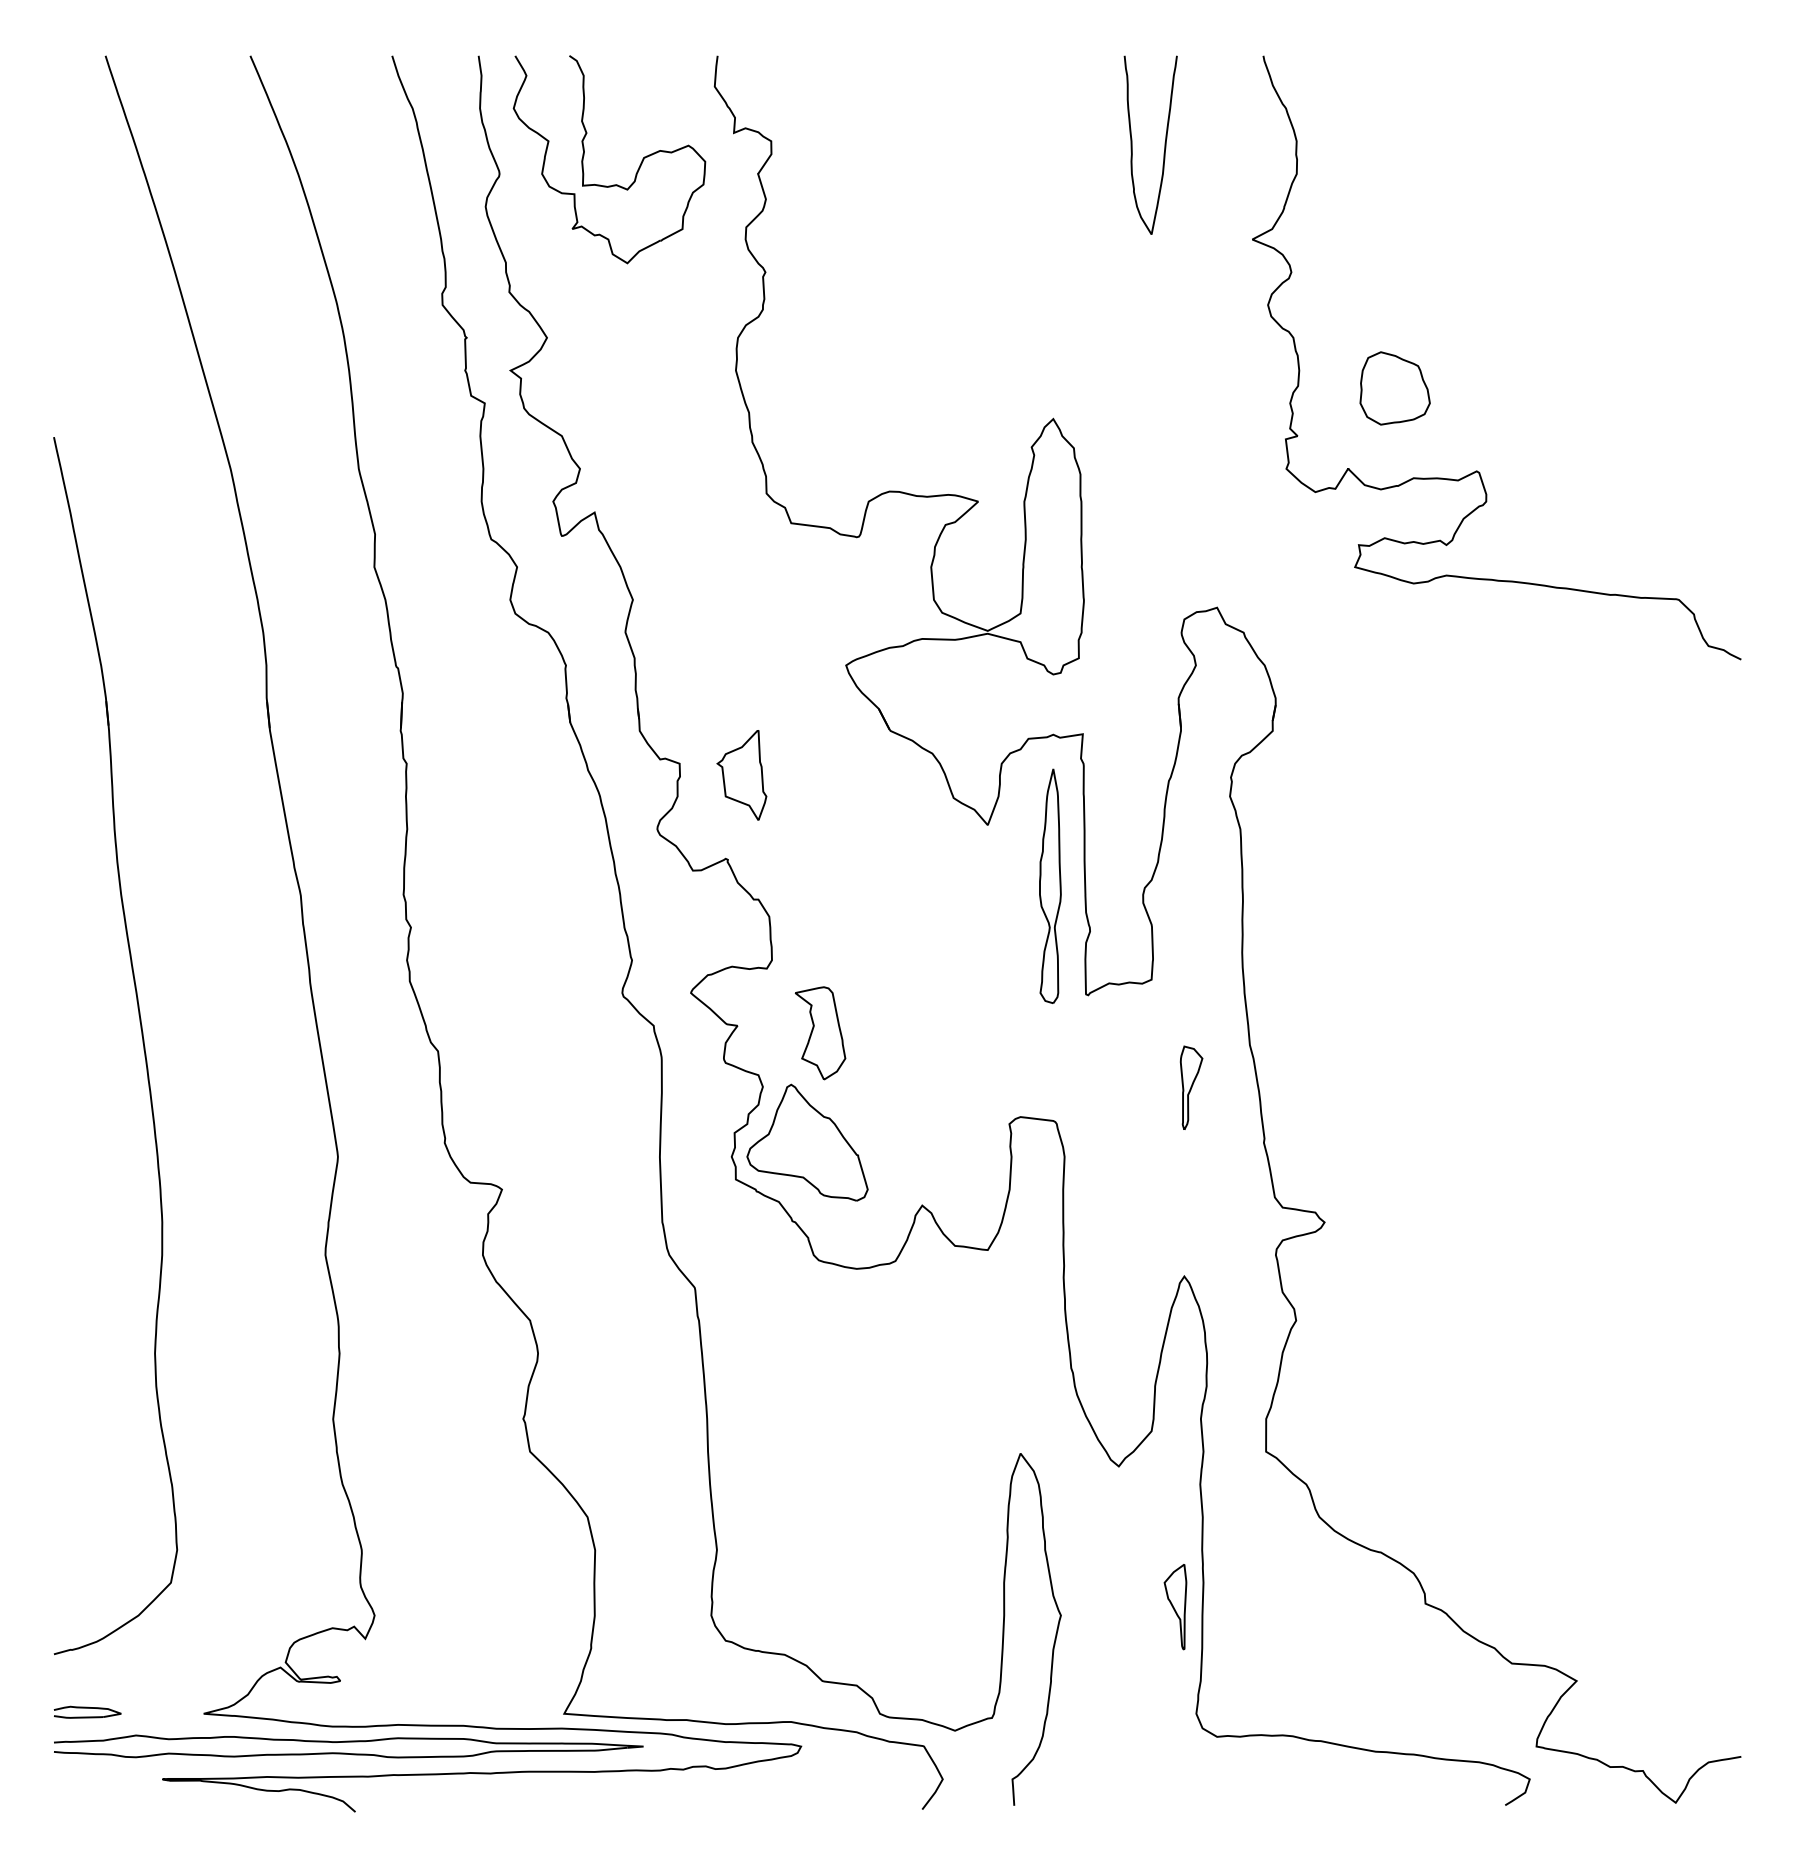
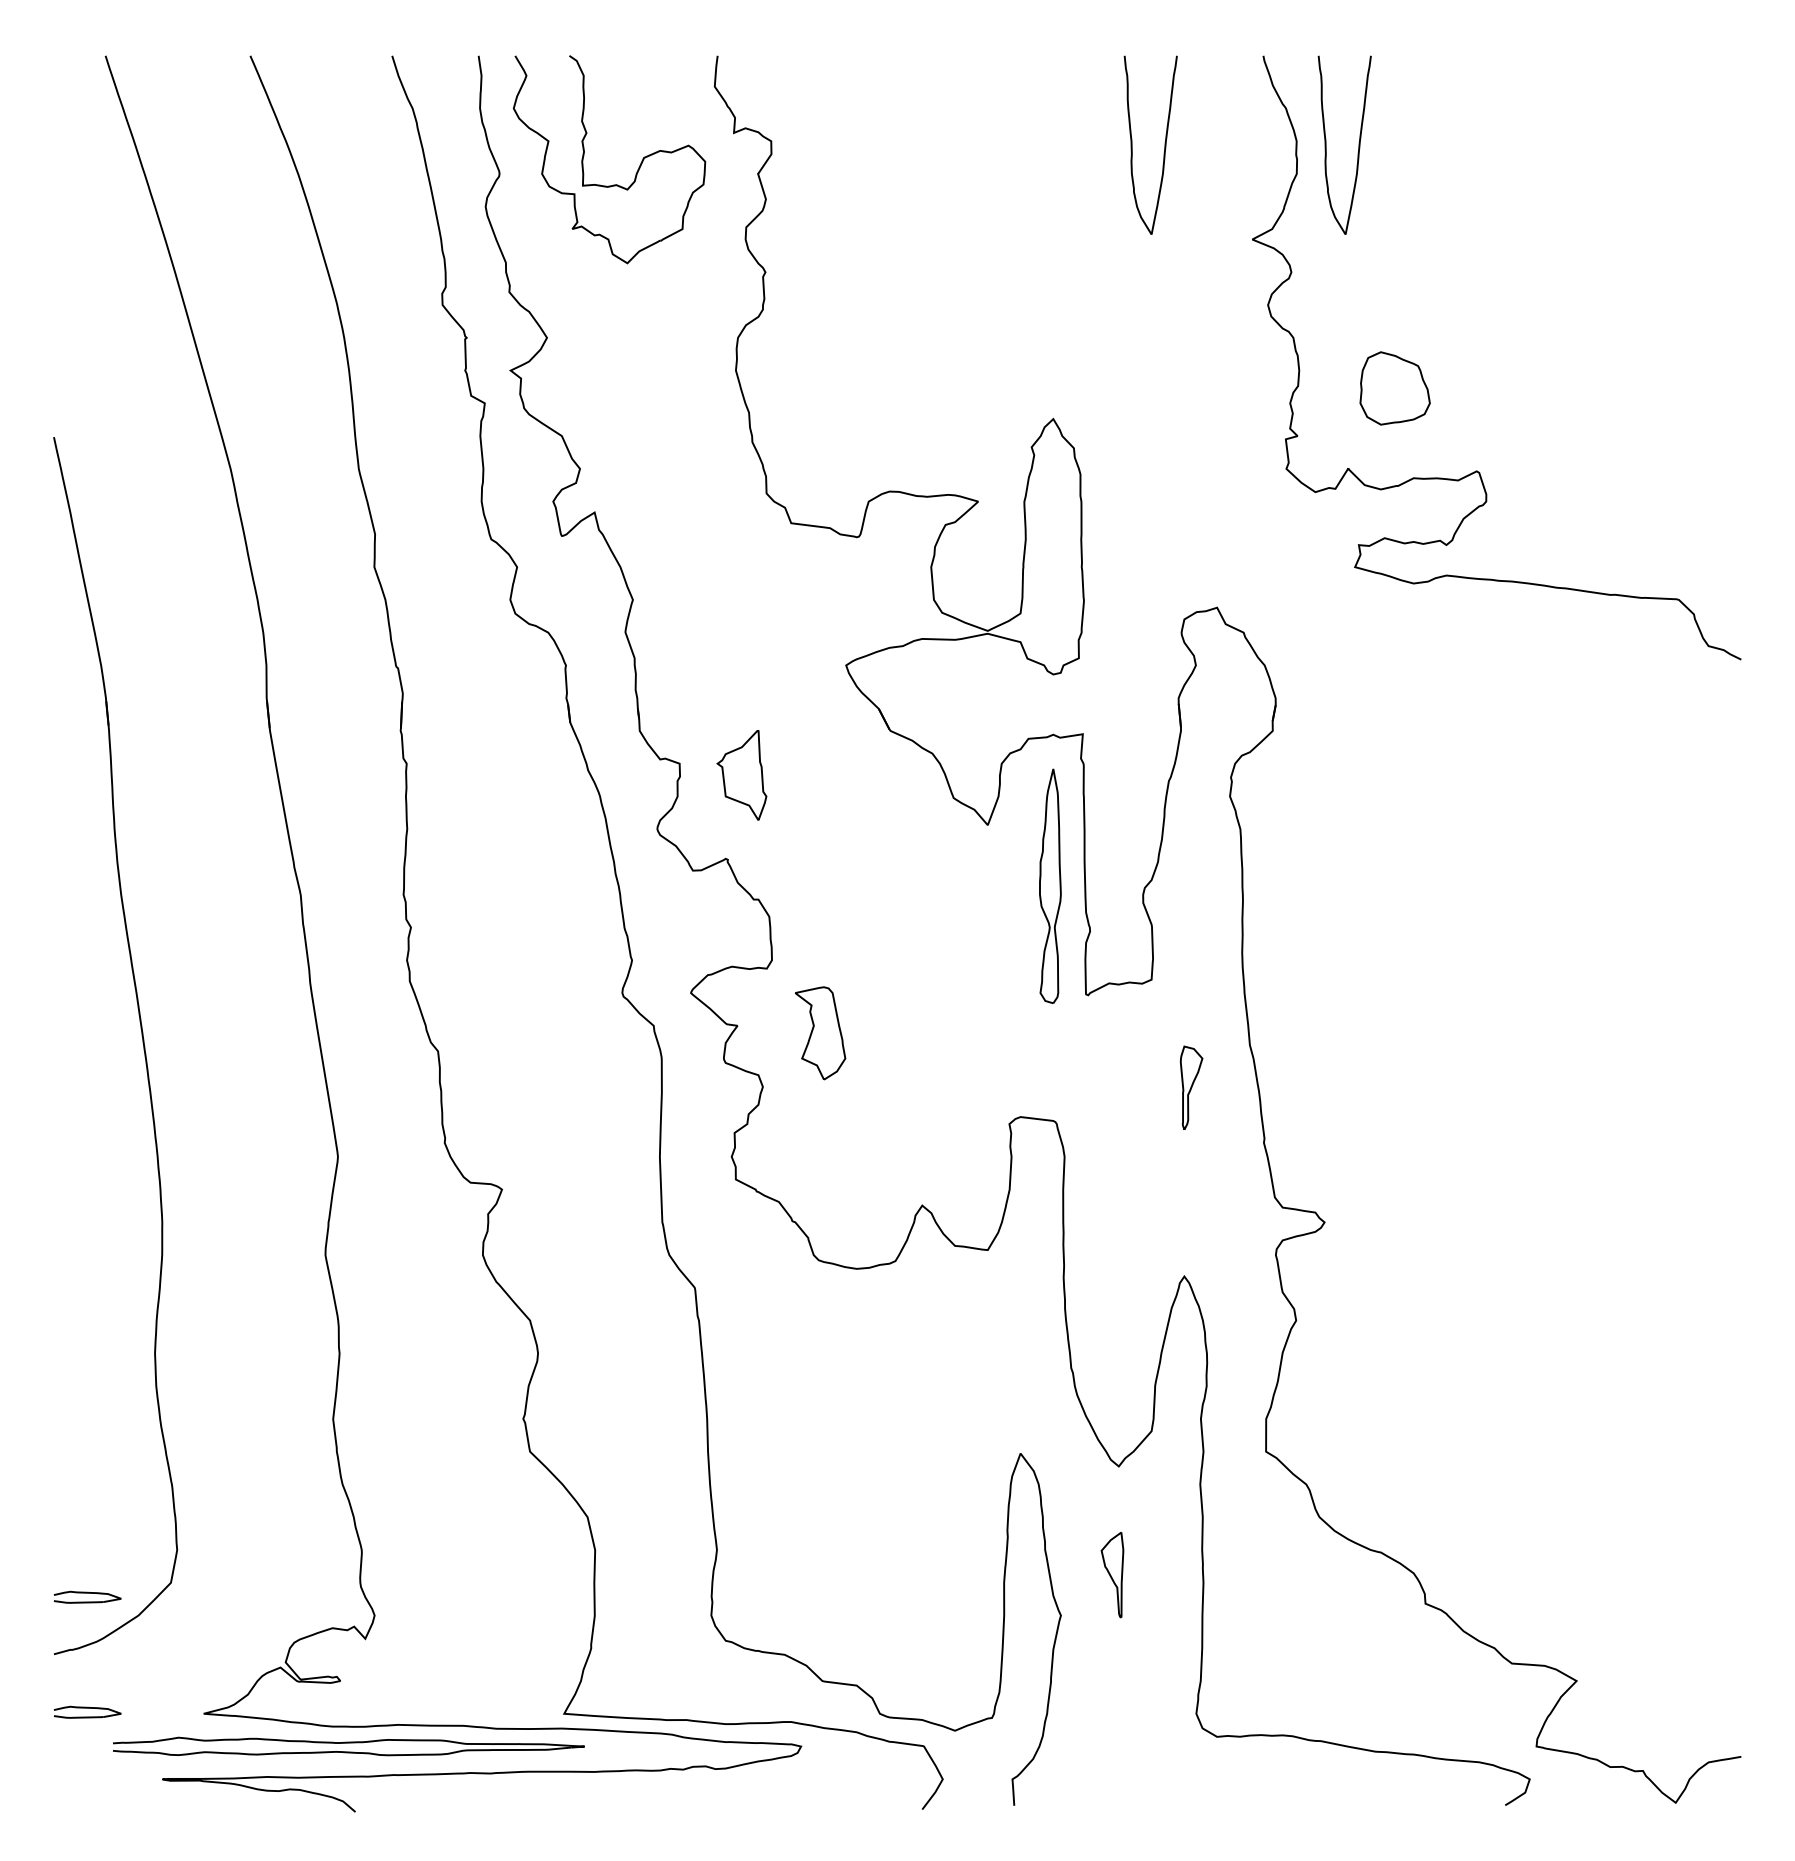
curve at (1358, 144): none -> present
part at (807, 1142): present -> none
part at (87, 1596): none -> present
part at (1175, 1607) position: (1175, 1607) -> (1112, 1575)
part at (348, 1746) size: 590x25 px -> 472x21 px
